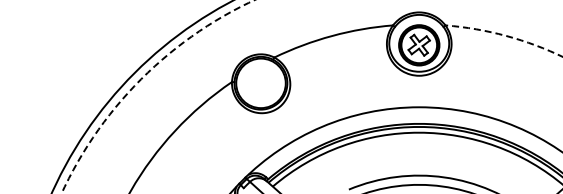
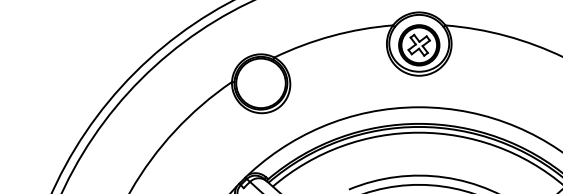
arc at (505, 35): dashed -> solid
circle at (157, 96): dashed -> solid
